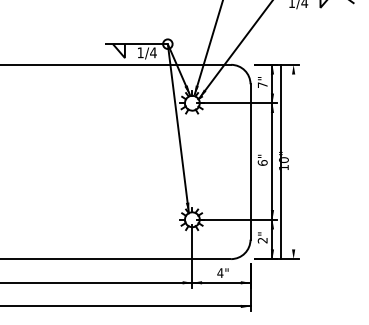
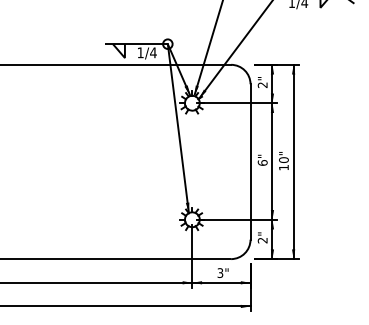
text at (262, 84): 7" -> 2"
line at (280, 161) position: (280, 161) -> (293, 161)
text at (220, 273): 4" -> 3"
